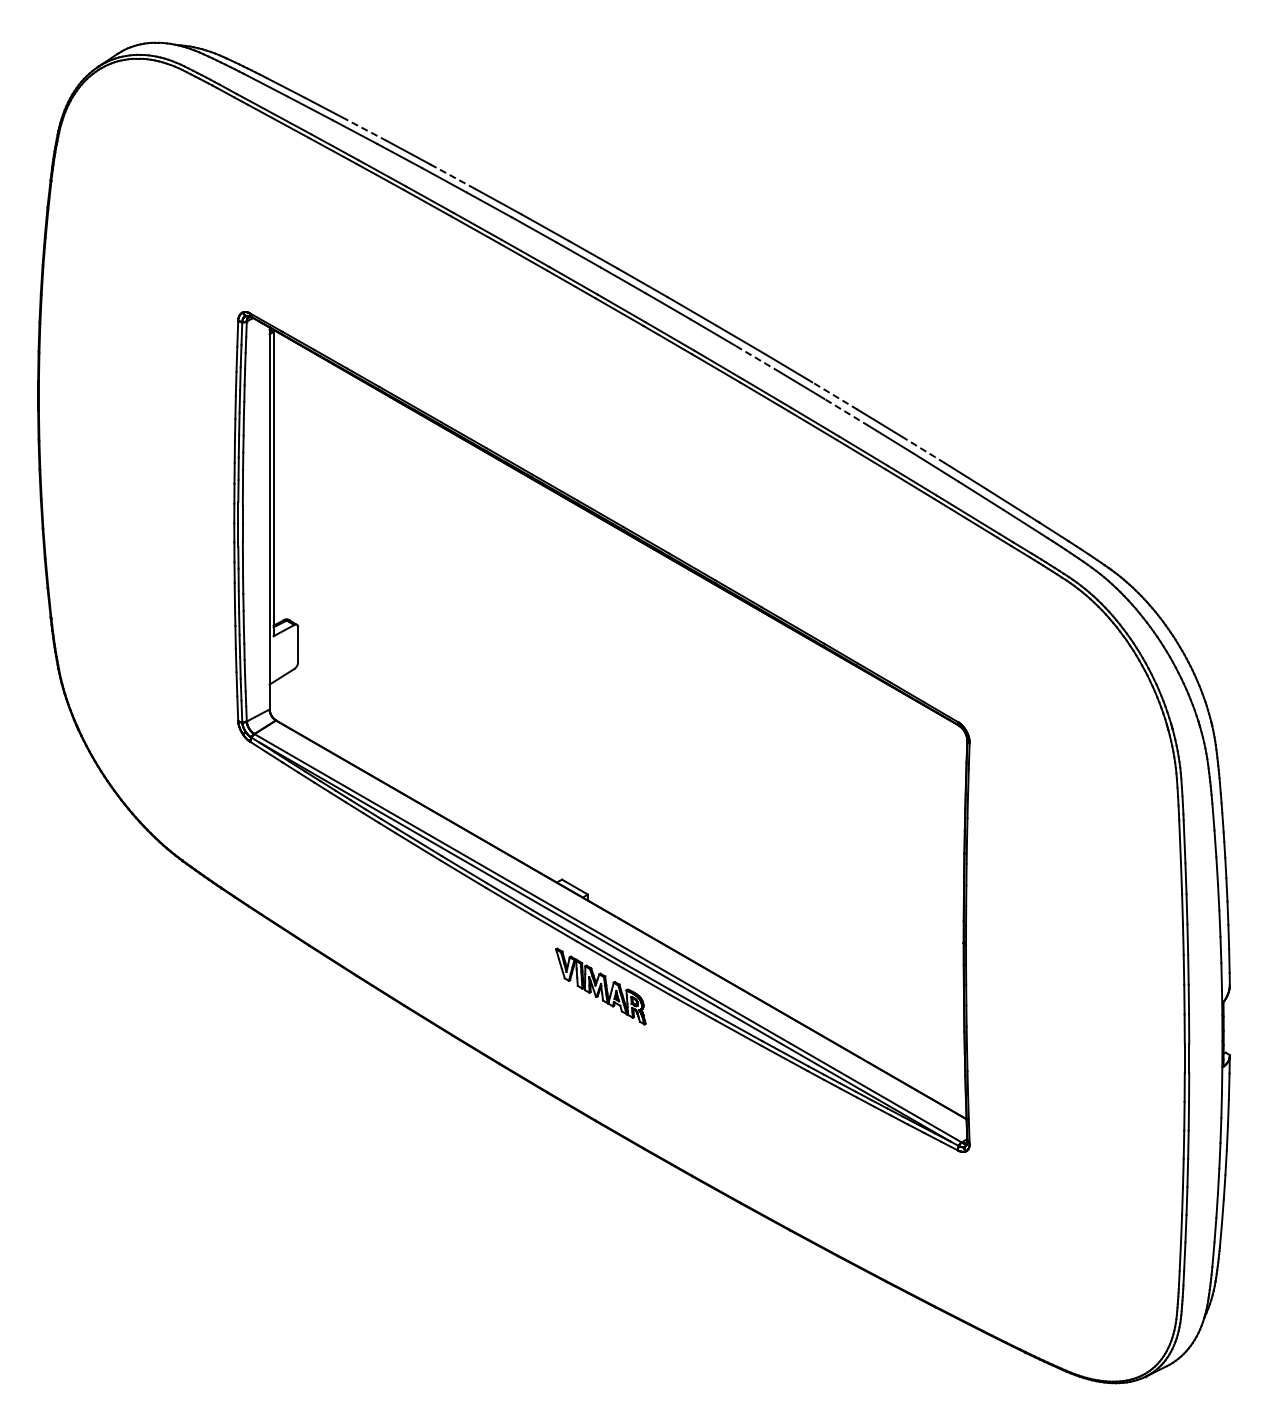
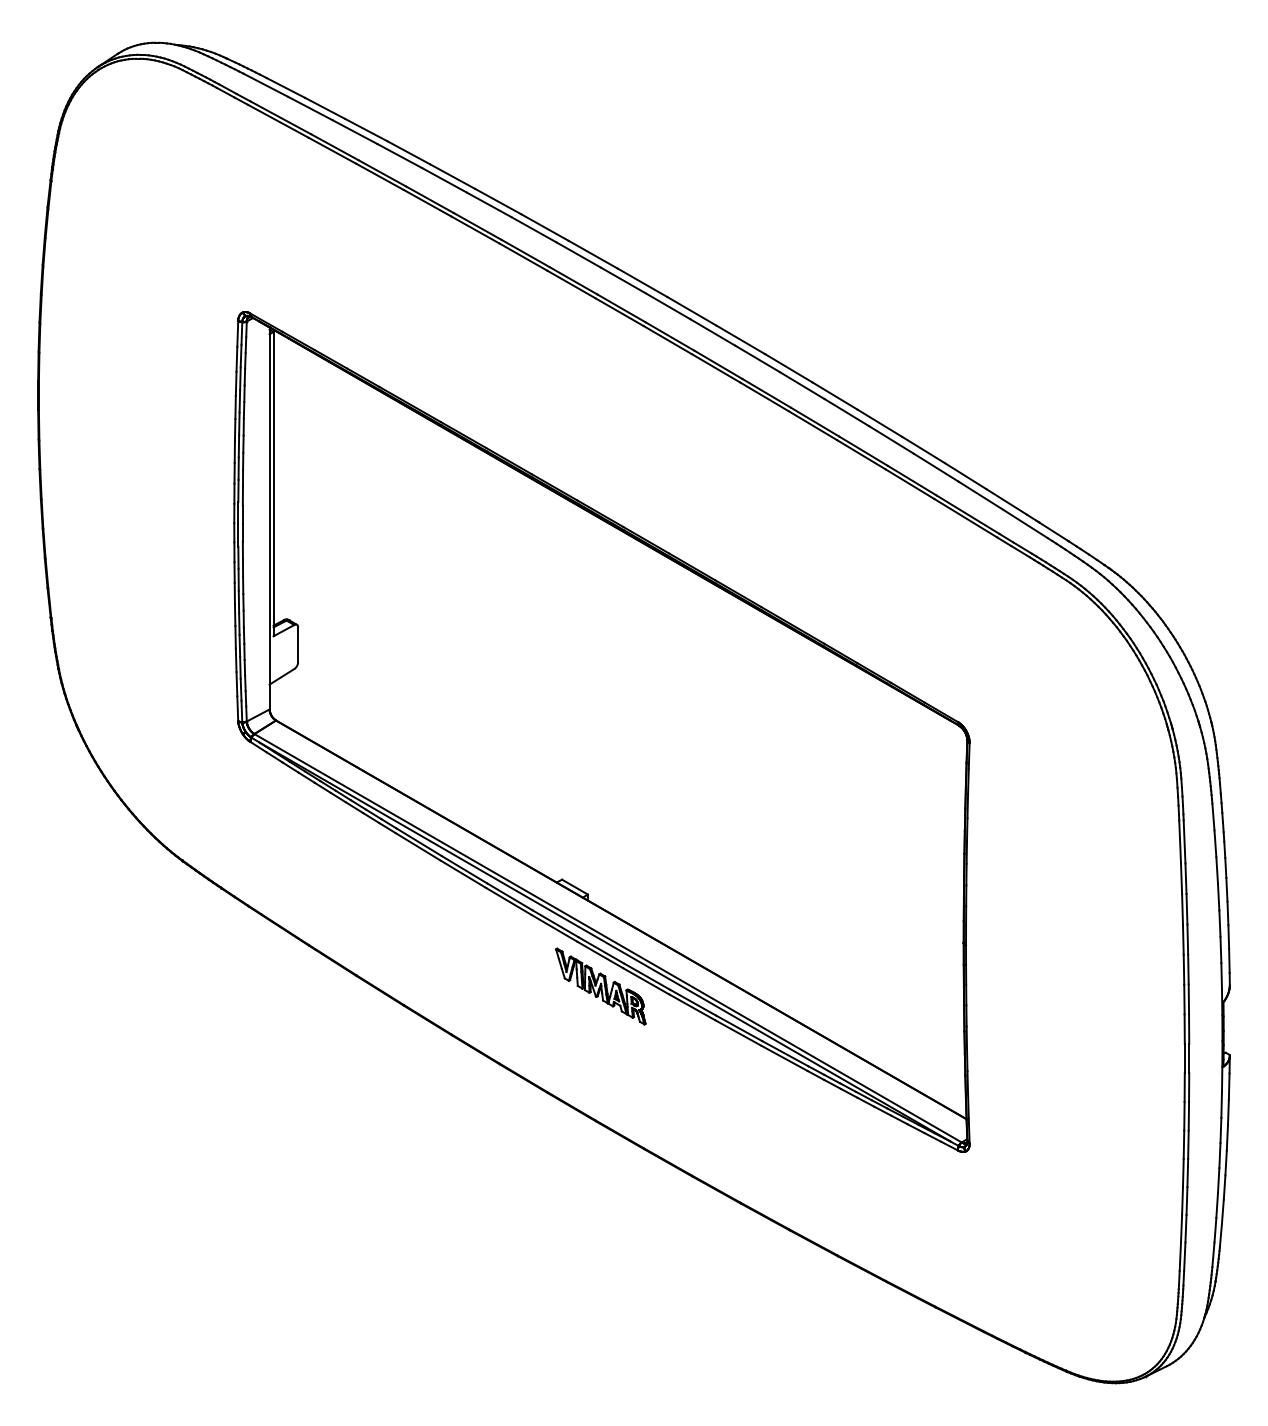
line at (366, 130): dashed -> solid
line at (452, 176): dashed -> solid
line at (757, 358): dashed -> solid
line at (835, 396): dashed -> solid
line at (846, 412): dashed -> solid
line at (923, 449): dashed -> solid
